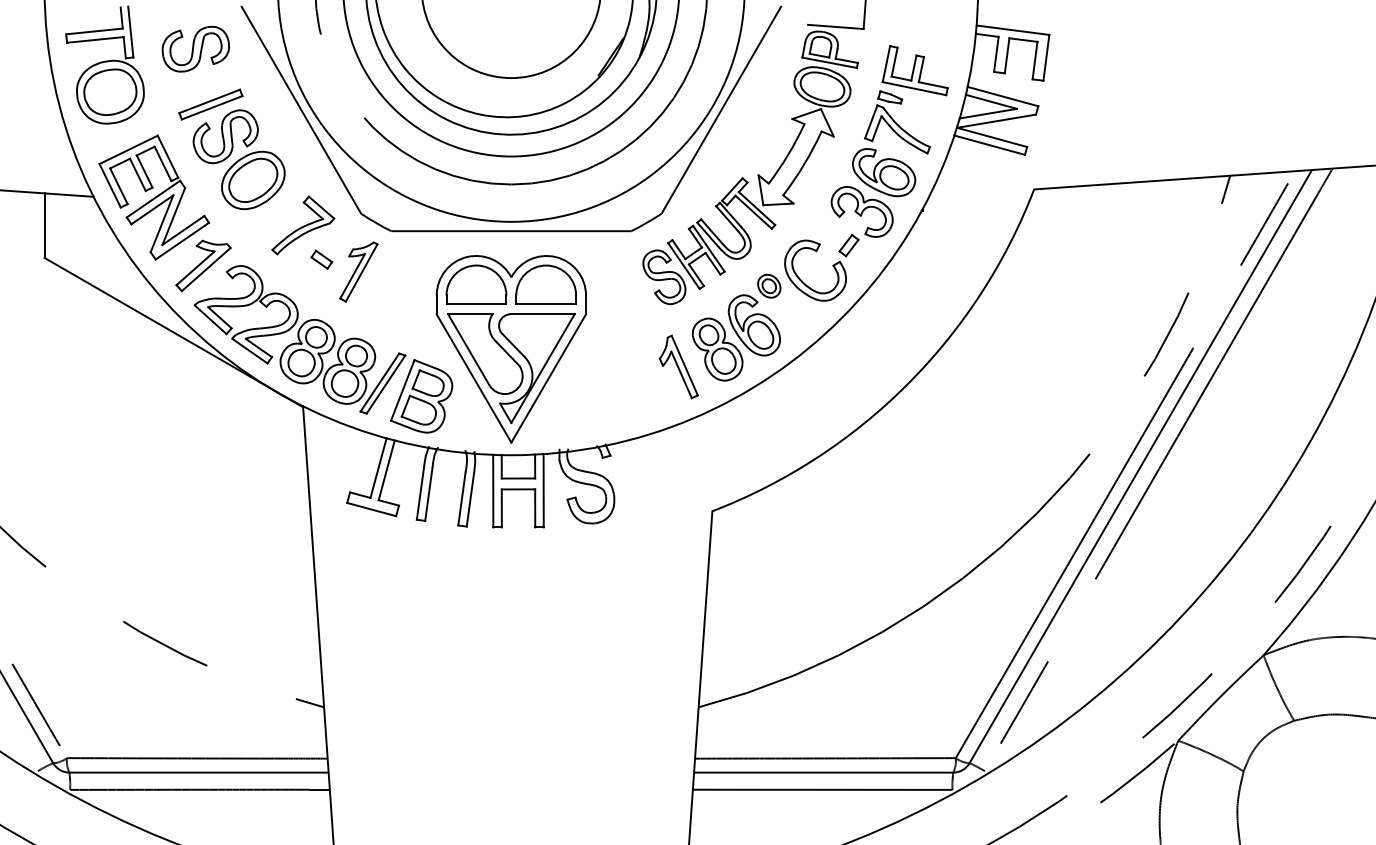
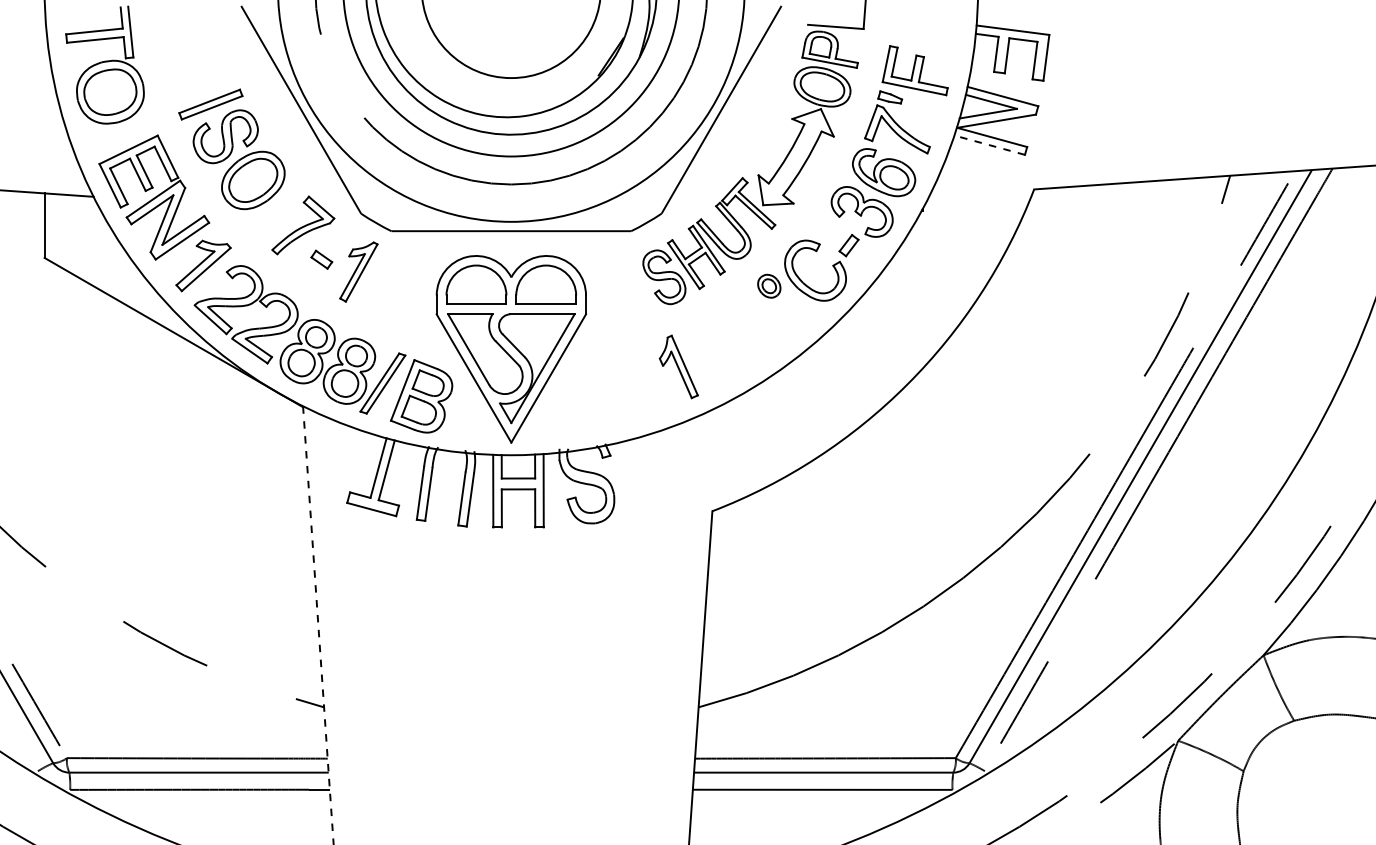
part at (195, 48): present -> none
line at (989, 145): solid -> dashed
part at (735, 337): present -> none
line at (318, 625): solid -> dashed
